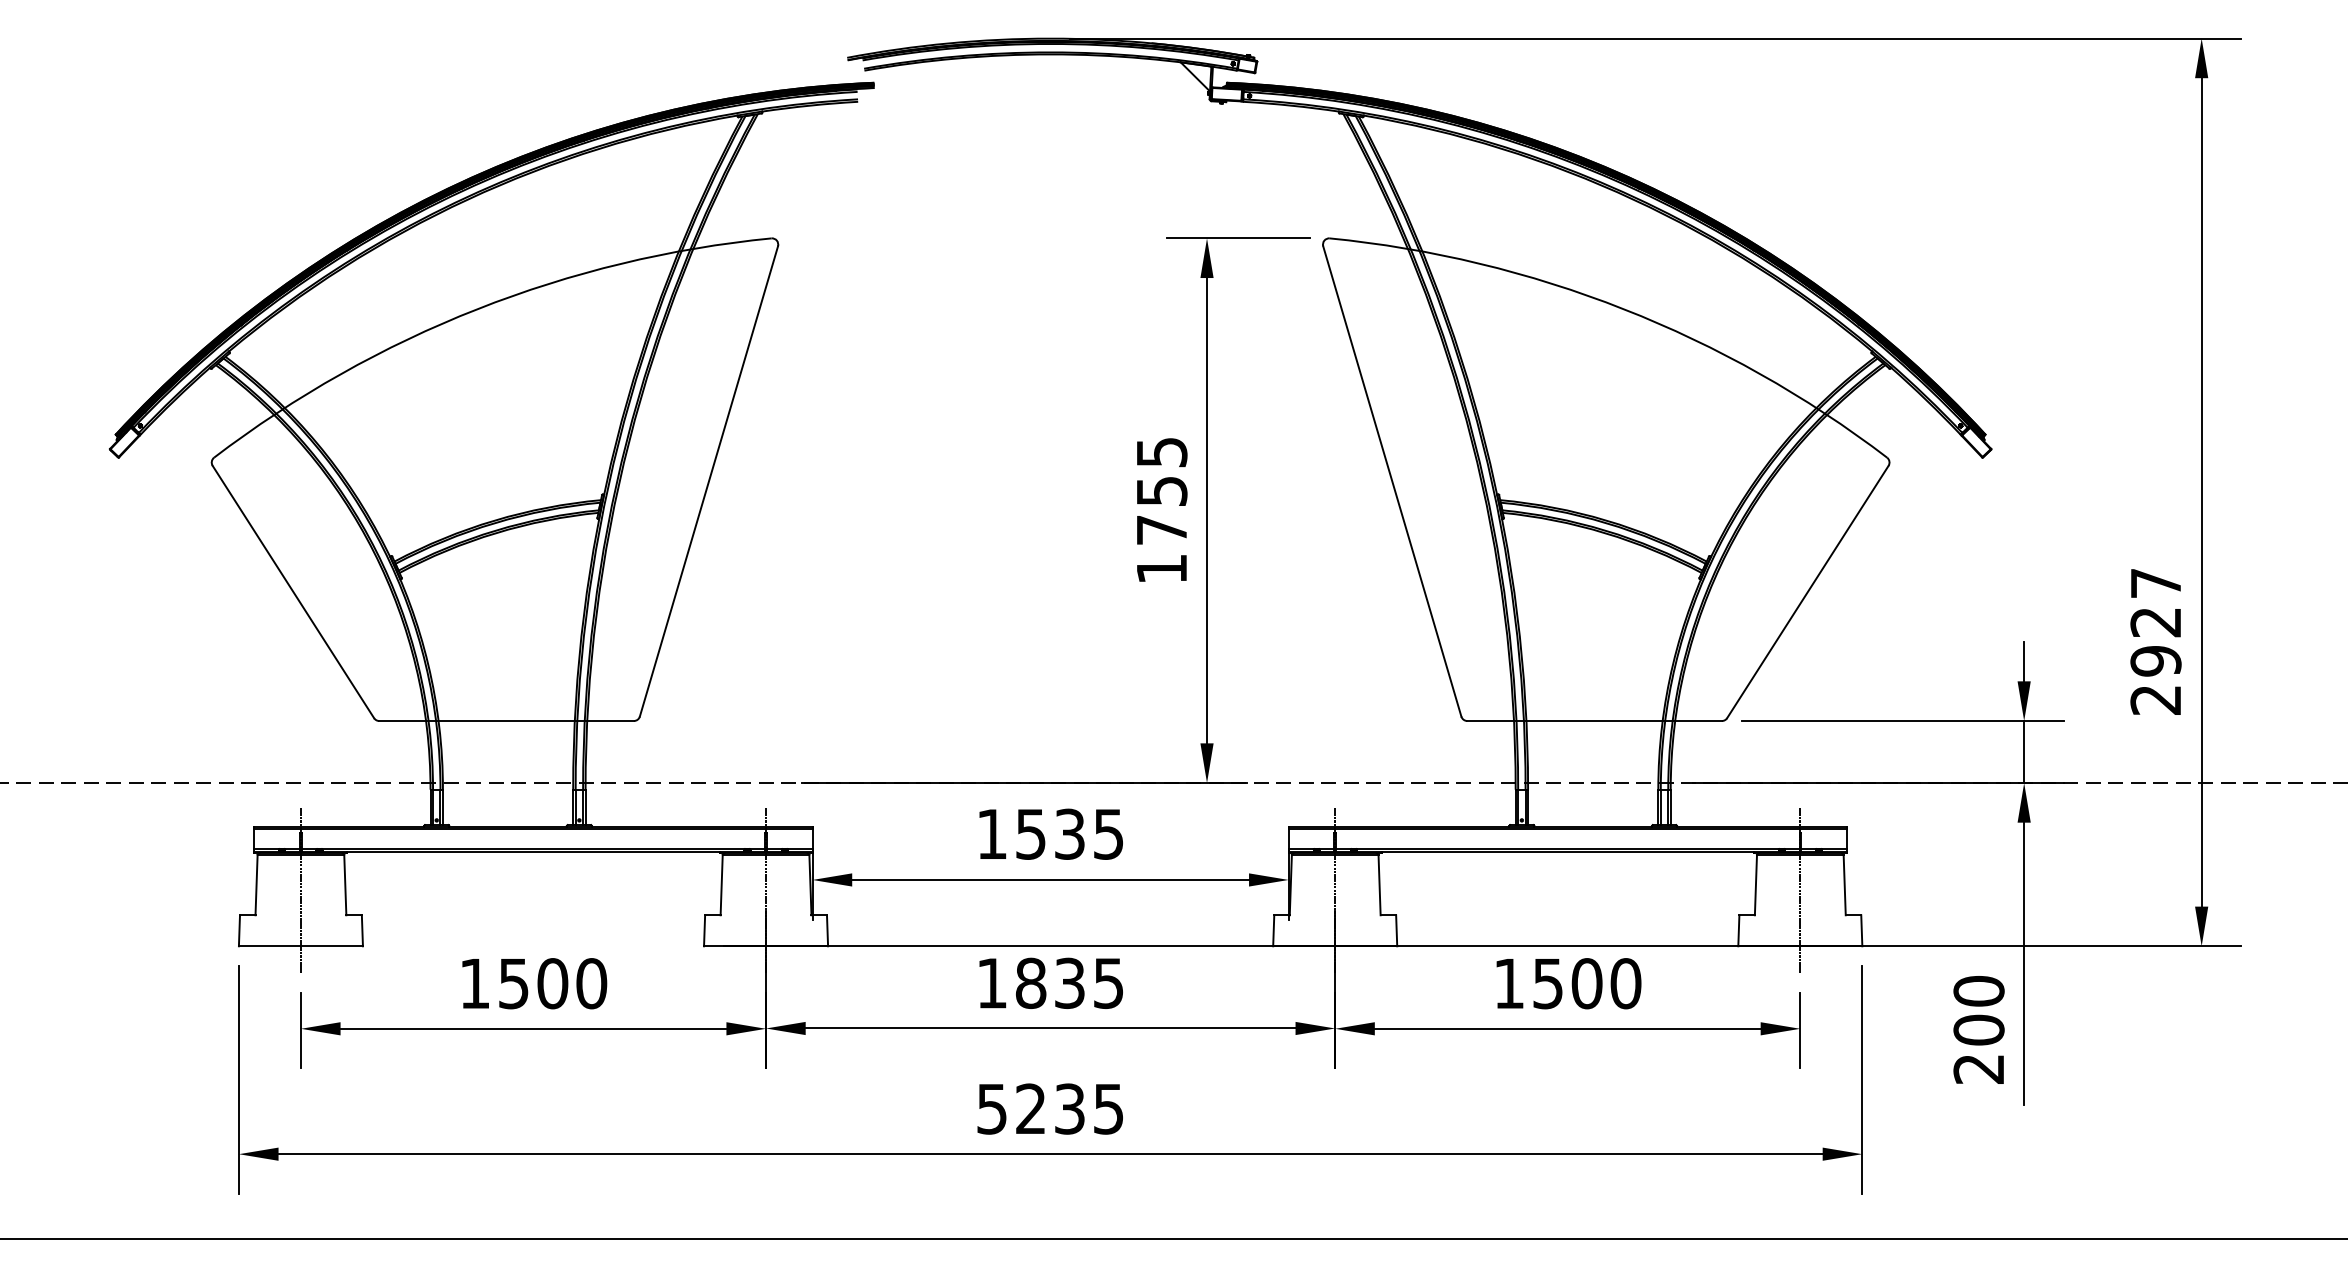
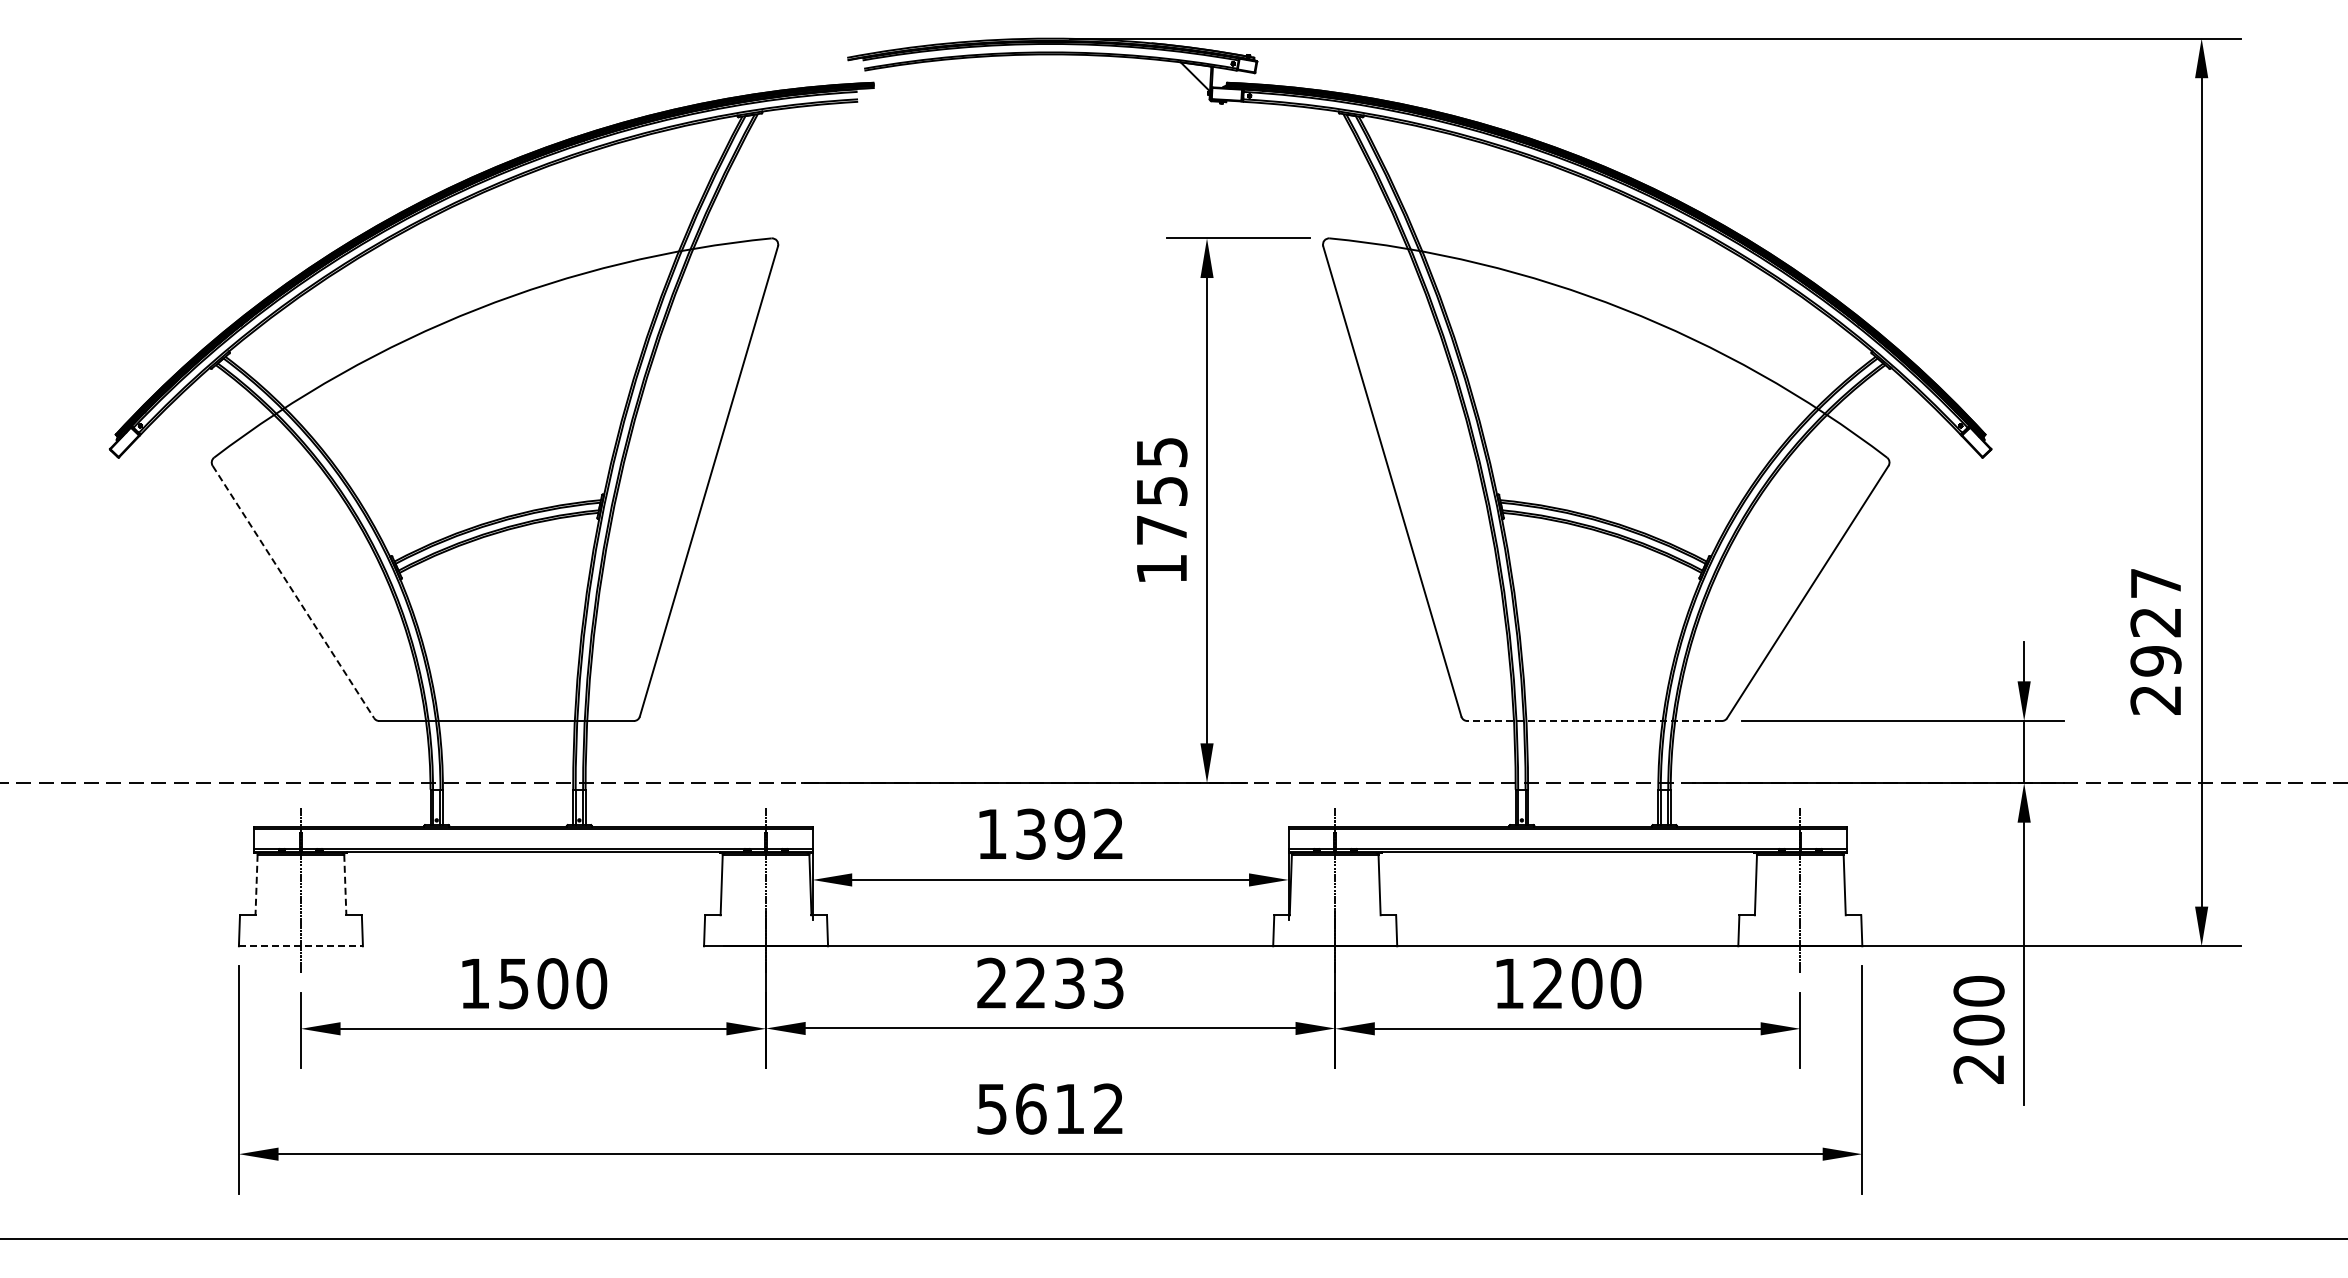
line at (293, 592): solid -> dashed
line at (1594, 721): solid -> dashed
text at (1069, 833): 1535 -> 1392
line at (256, 885): solid -> dashed
line at (345, 885): solid -> dashed
line at (301, 946): solid -> dashed
text at (1050, 983): 1835 -> 2233
text at (1547, 983): 1500 -> 1200
text at (1069, 1108): 5235 -> 5612
